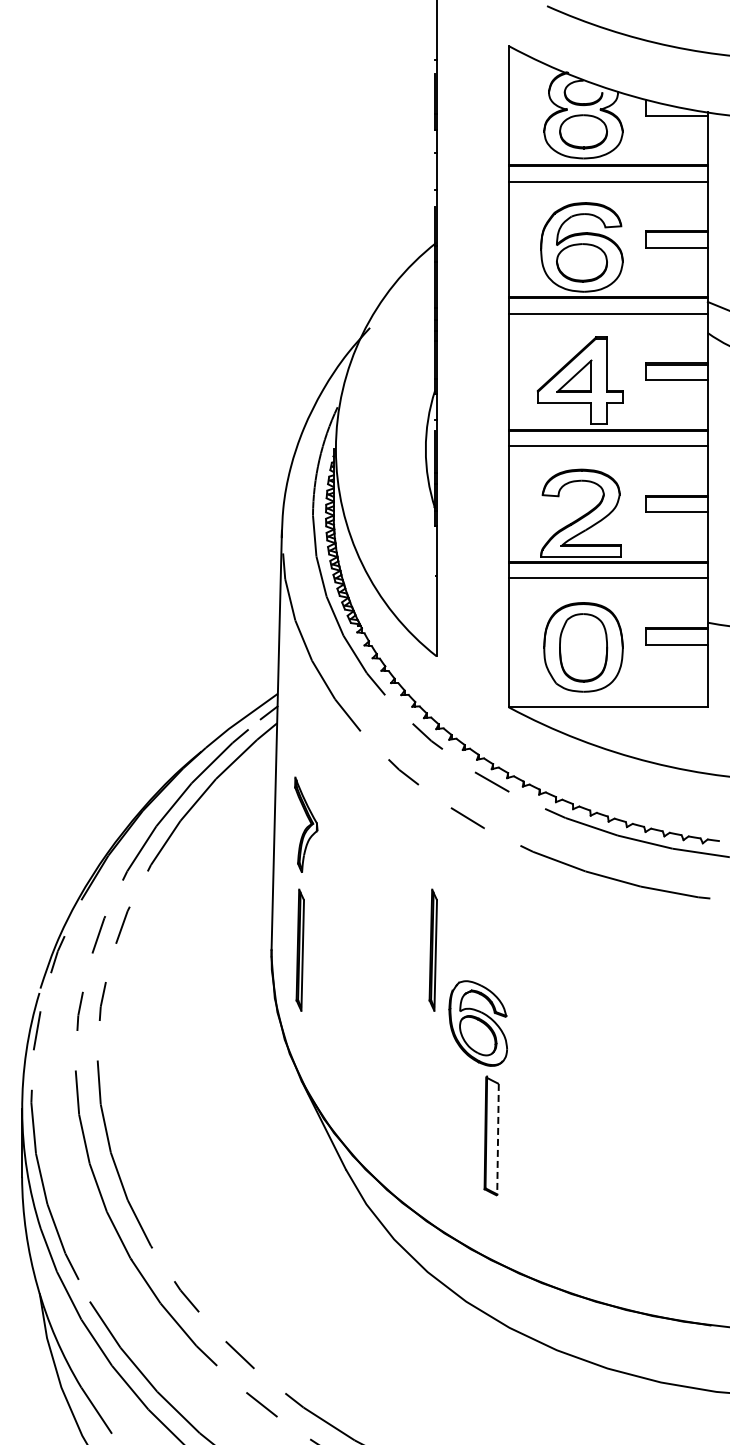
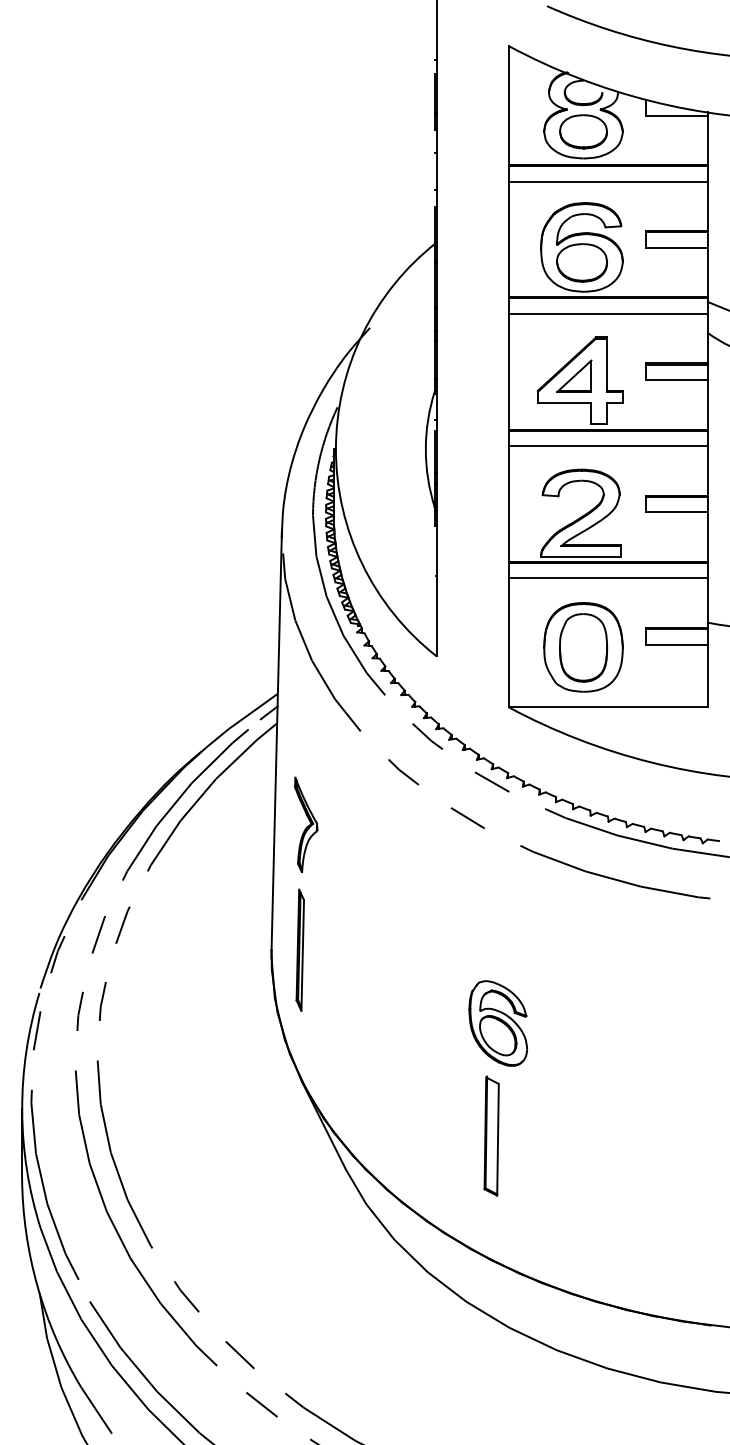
part at (432, 949): present -> none
part at (477, 1023) position: (477, 1023) -> (497, 1023)
line at (498, 1139): dashed -> solid
